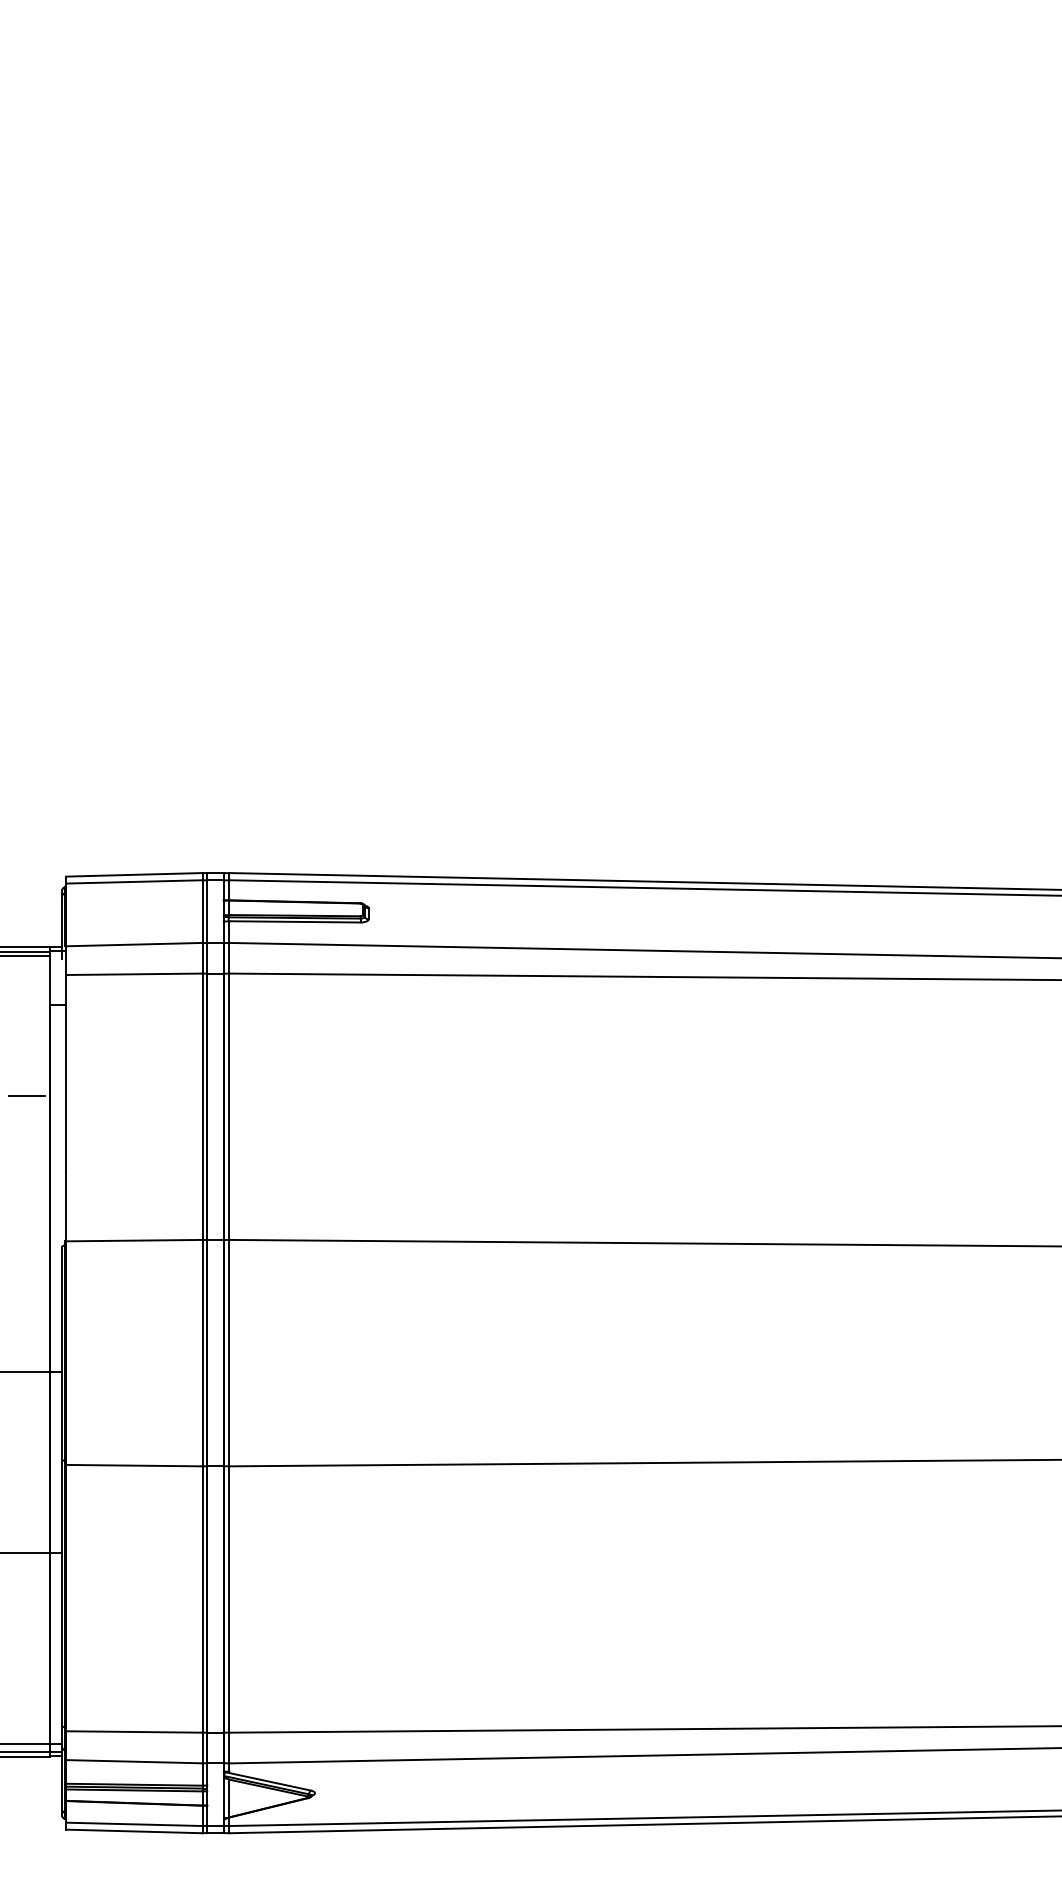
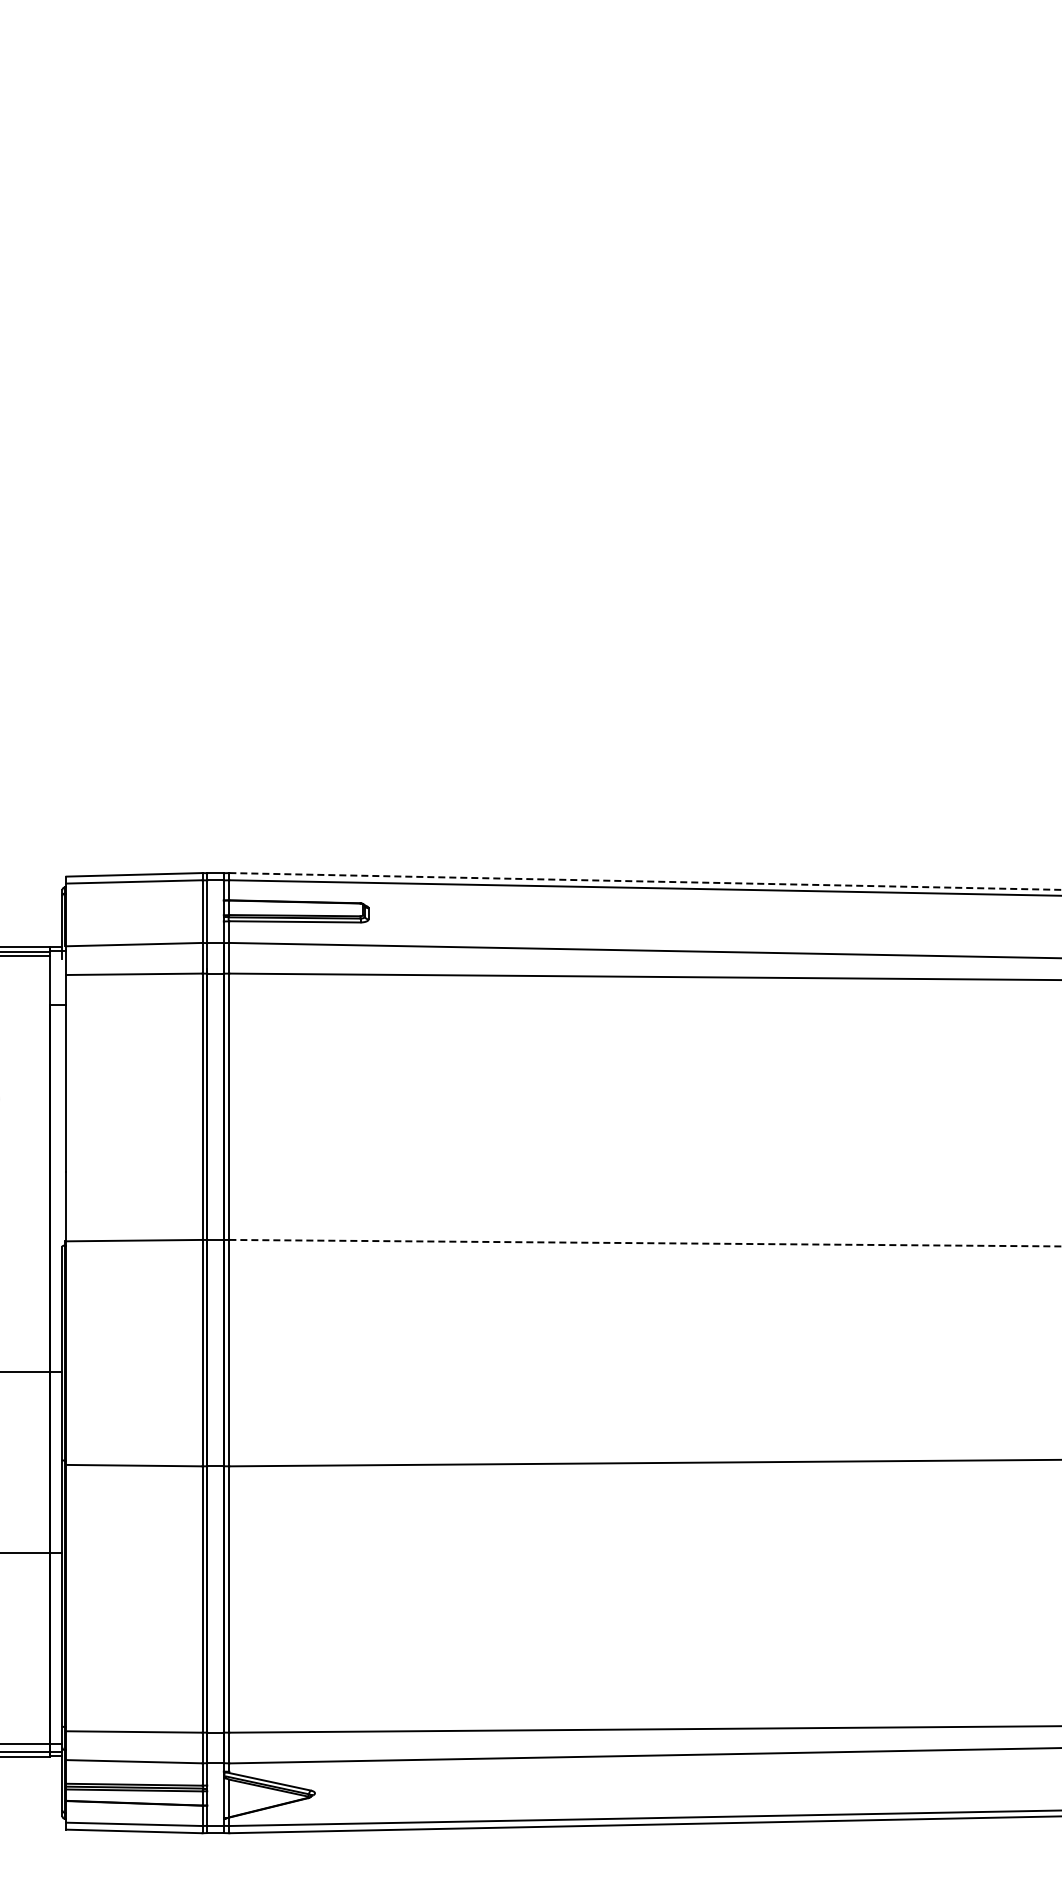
line at (646, 881): solid -> dashed
line at (23, 1096): present -> none
line at (645, 1243): solid -> dashed
